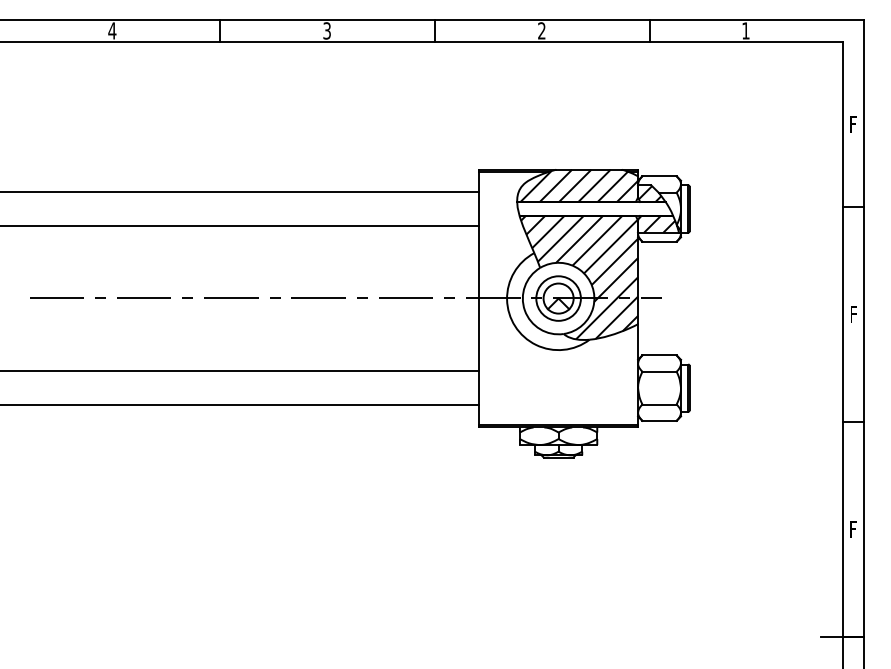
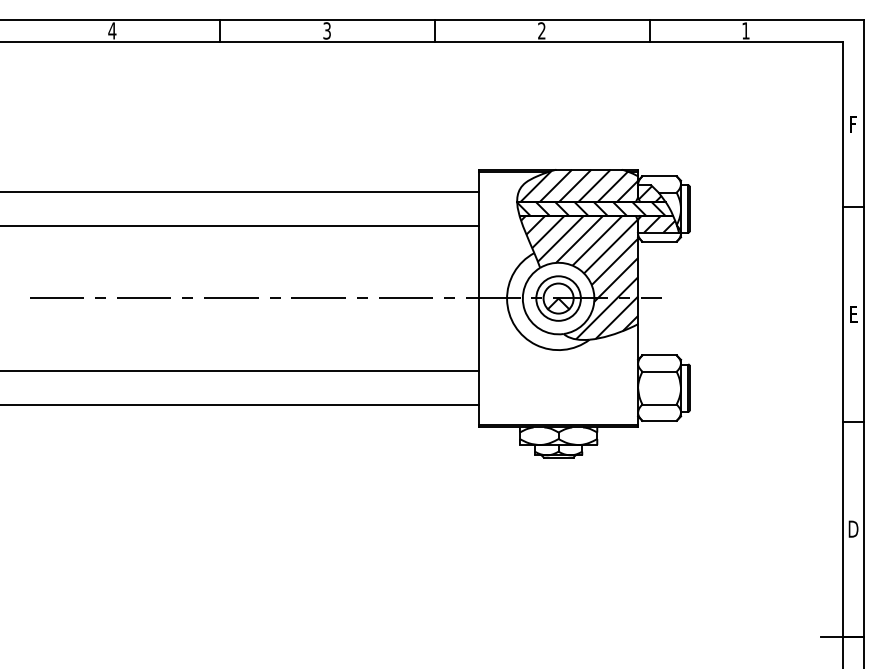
hatch at (591, 209): none -> present
text at (853, 314): F -> E
text at (853, 528): F -> D
